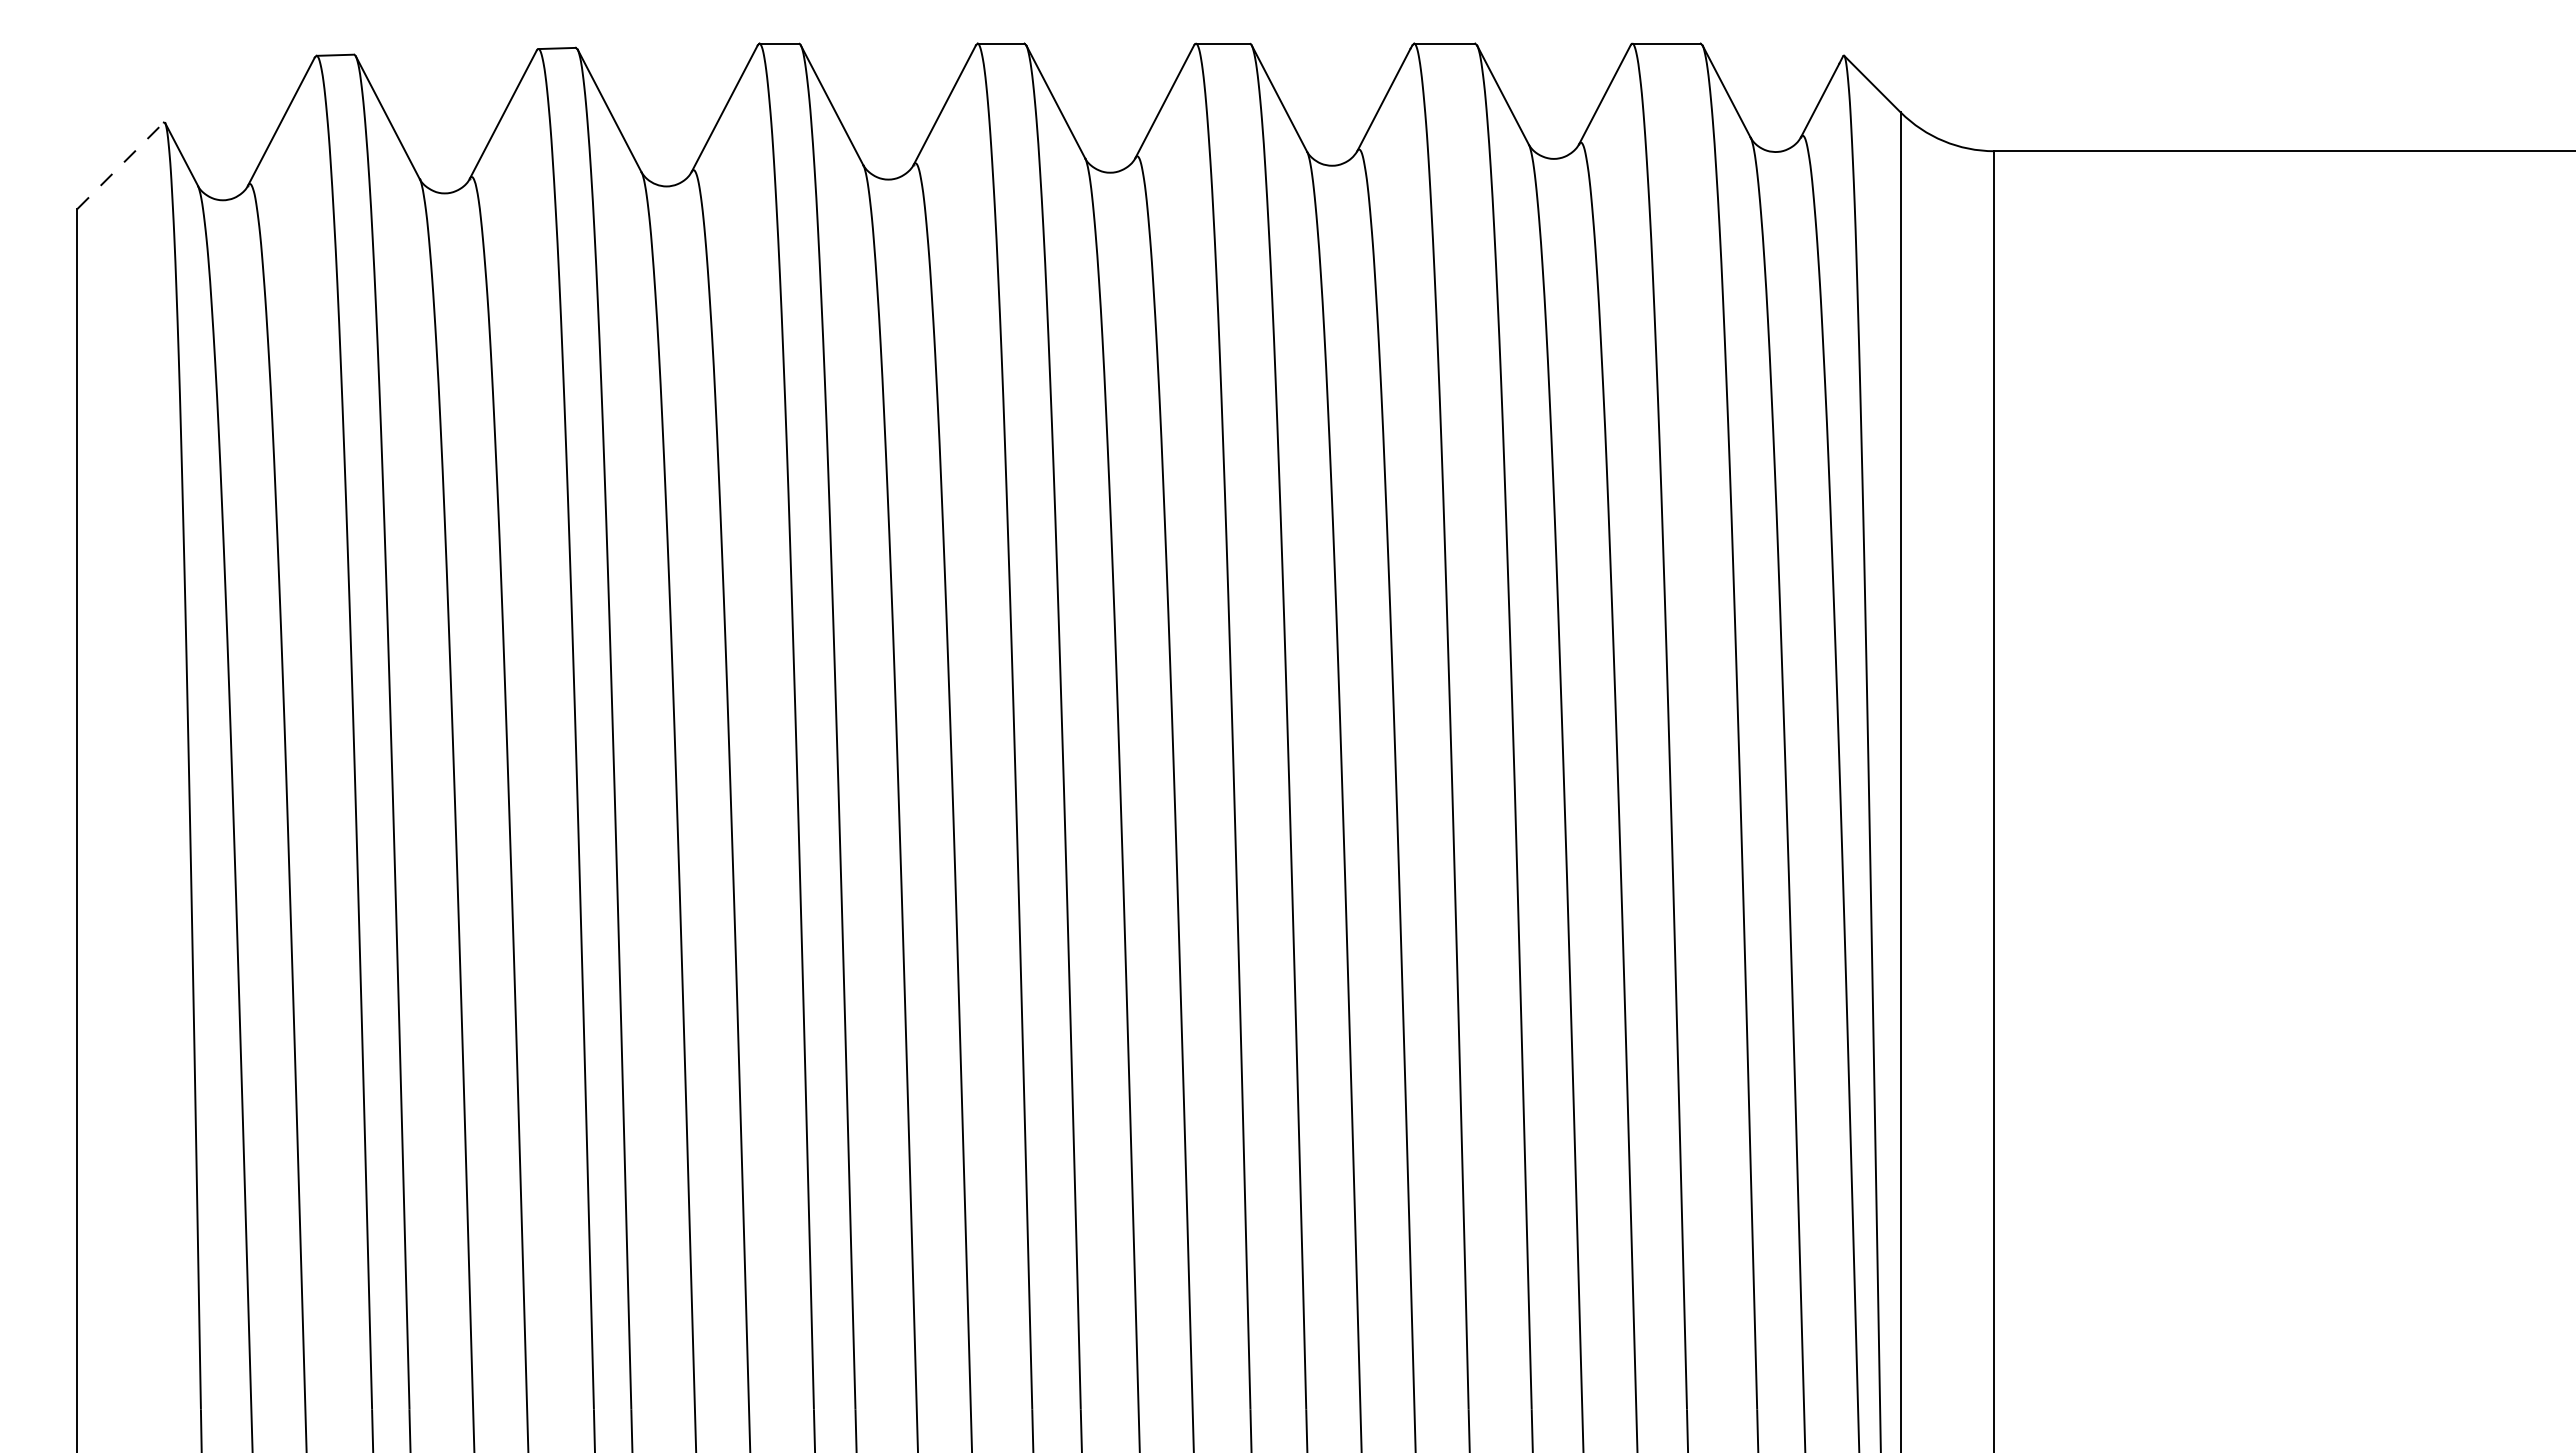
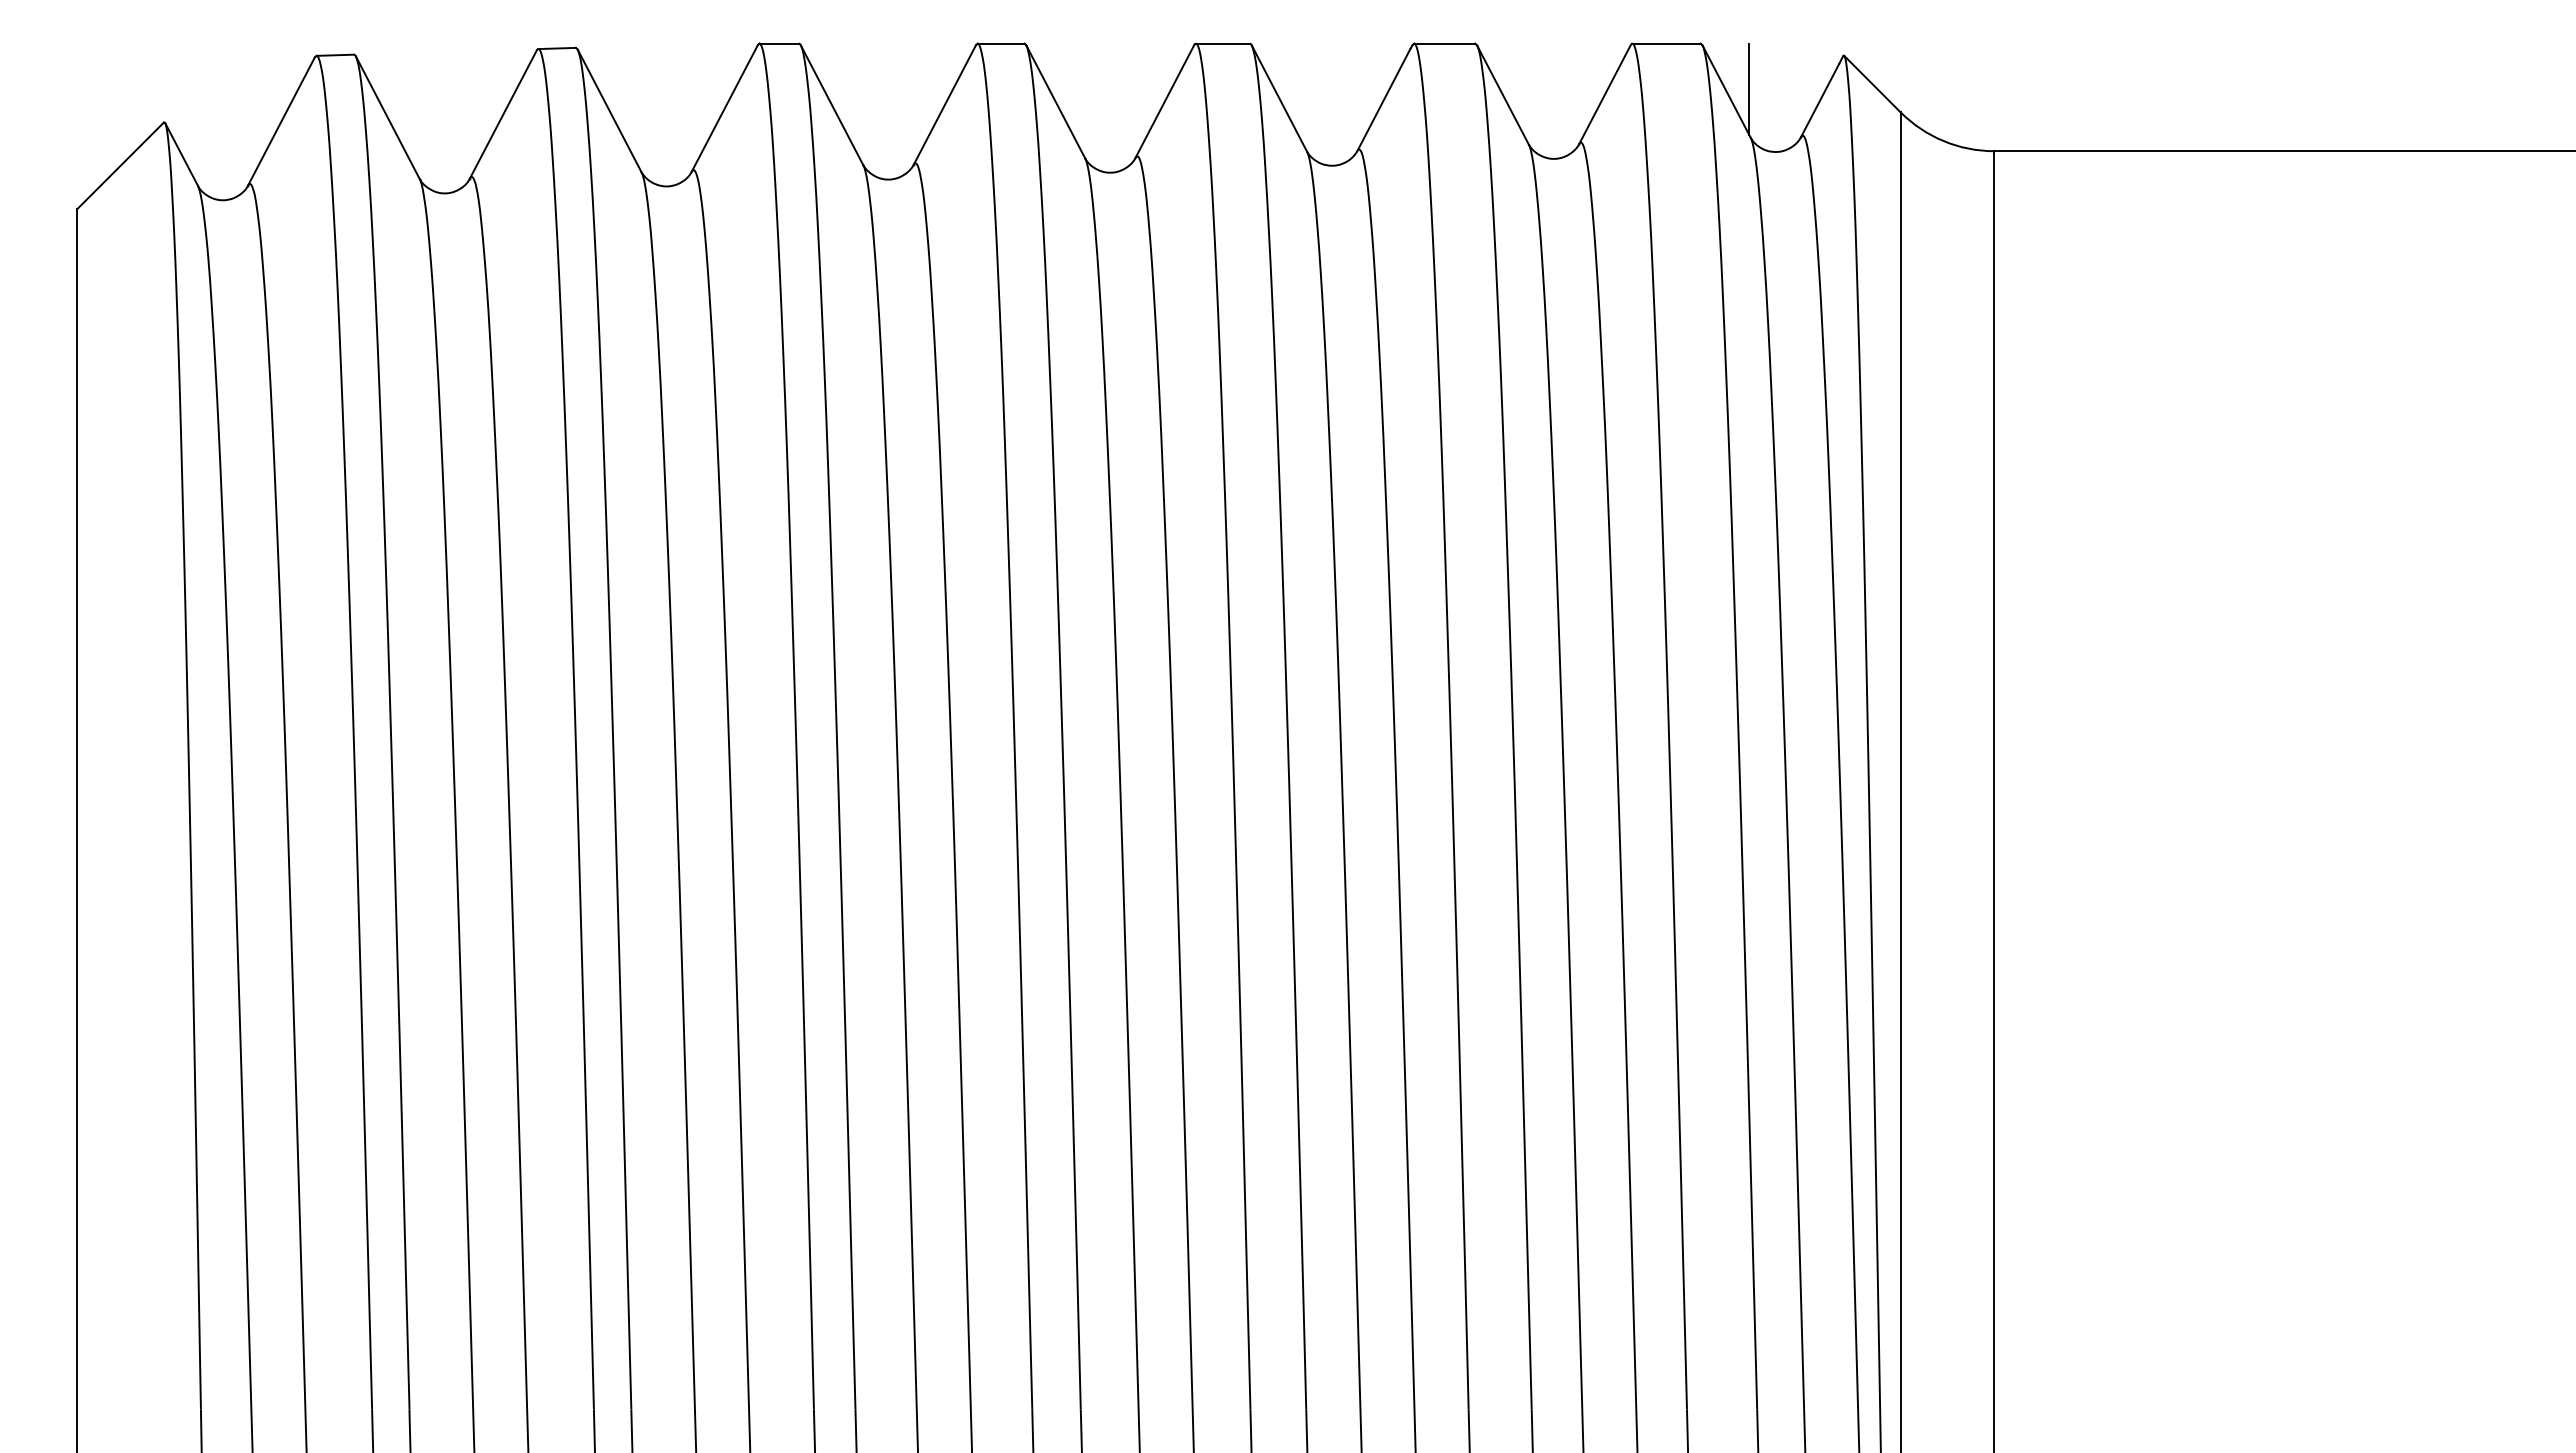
line at (1749, 88): none -> present
line at (120, 165): dashed -> solid
